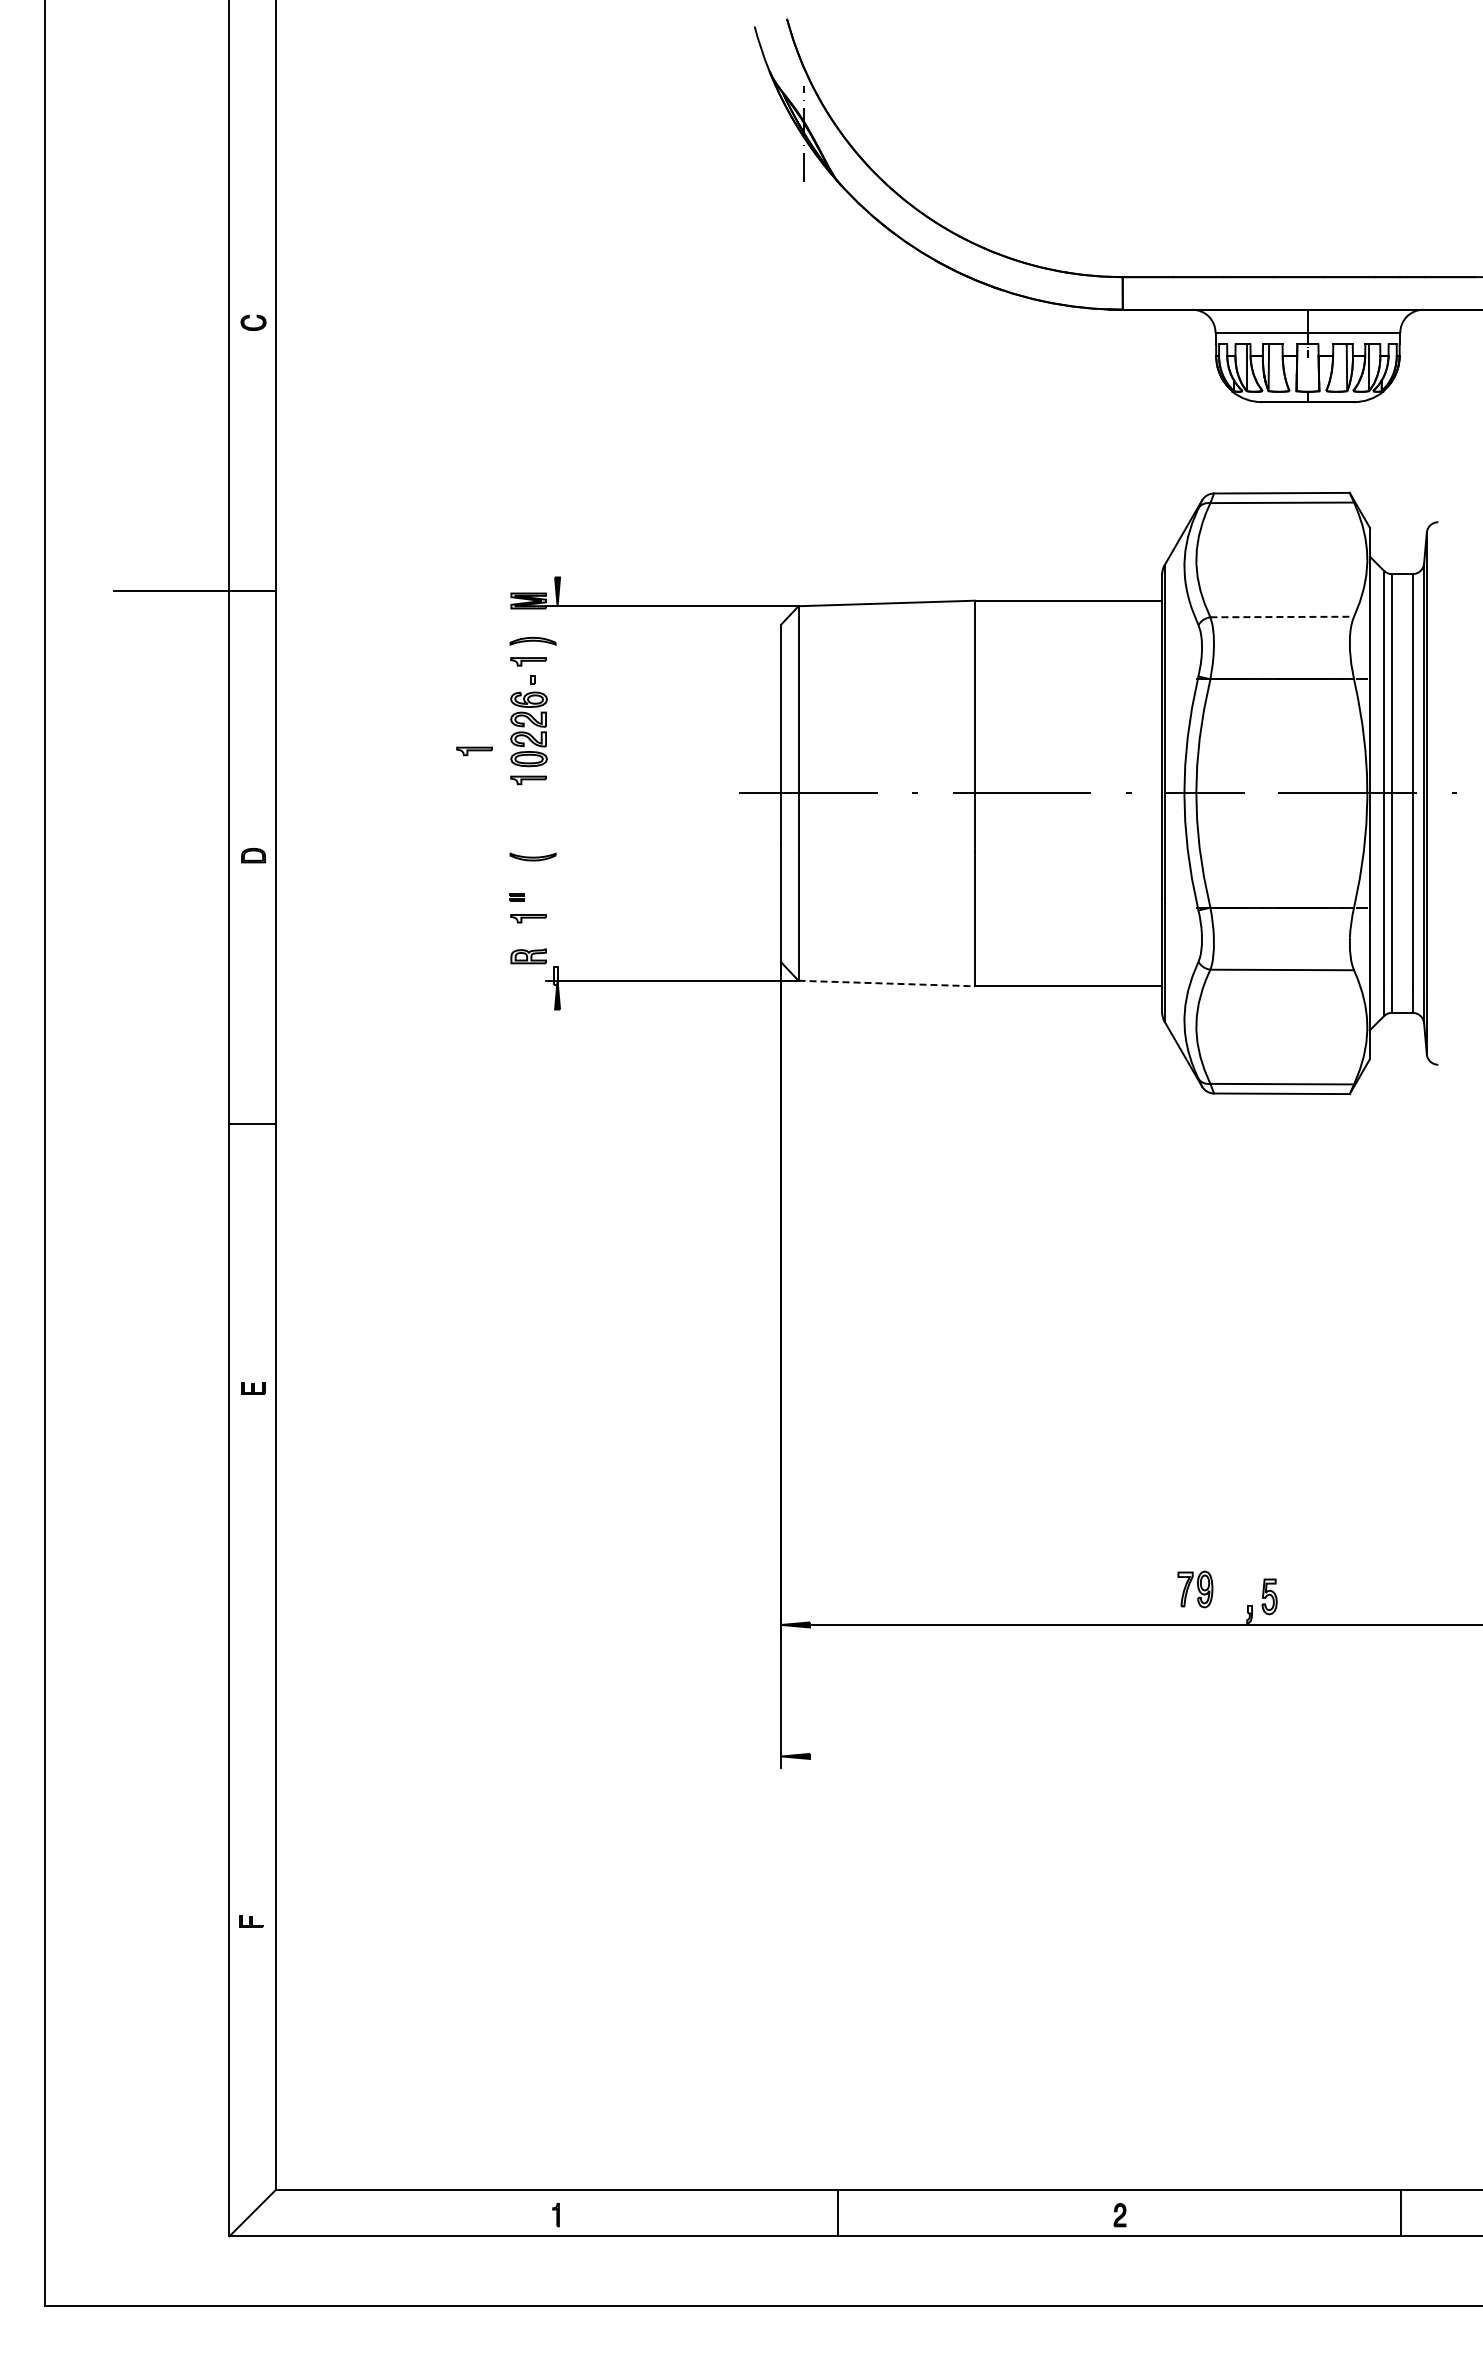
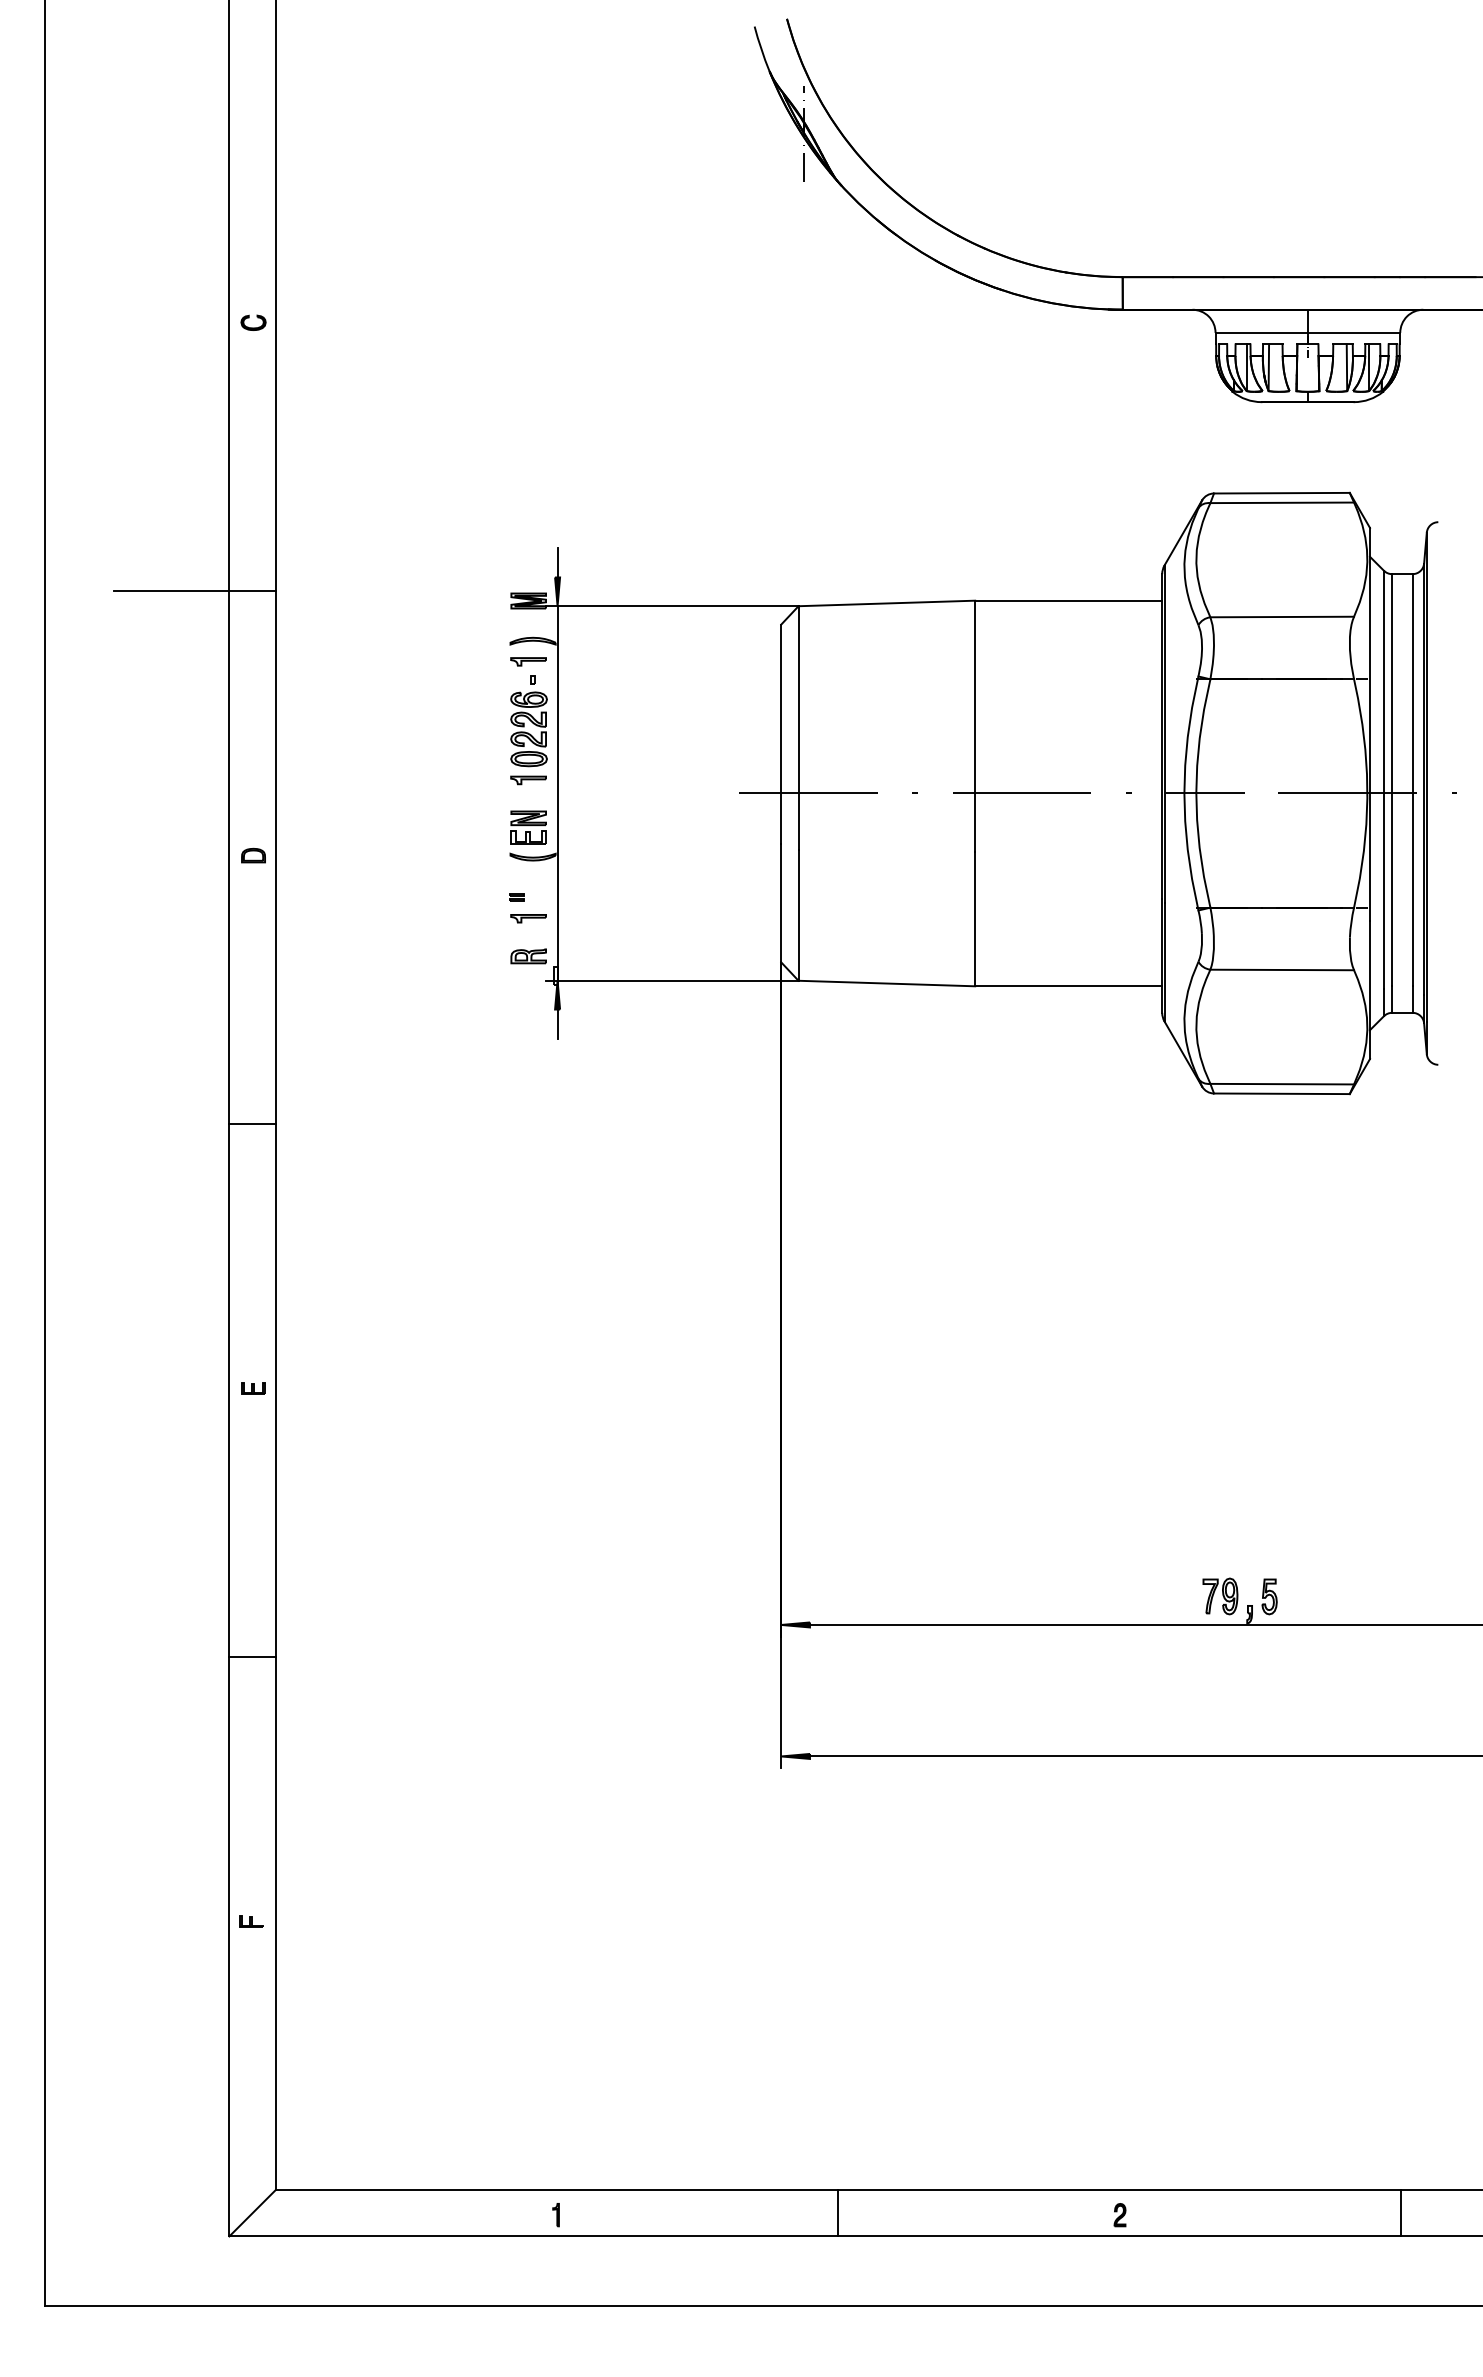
line at (557, 562): none -> present
line at (1282, 617): dashed -> solid
part at (474, 751): present -> none
line at (557, 793): none -> present
part at (528, 827): none -> present
line at (887, 983): dashed -> solid
line at (557, 1023): none -> present
part at (1195, 1589) position: (1195, 1589) -> (1220, 1596)
line at (252, 1657): none -> present
line at (1144, 1756): none -> present
